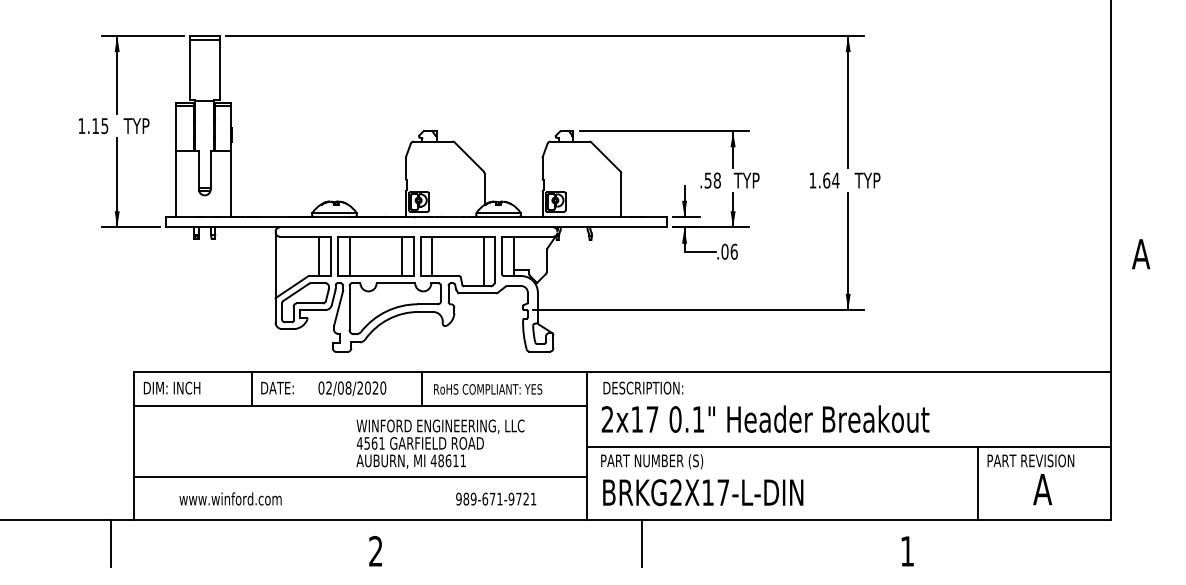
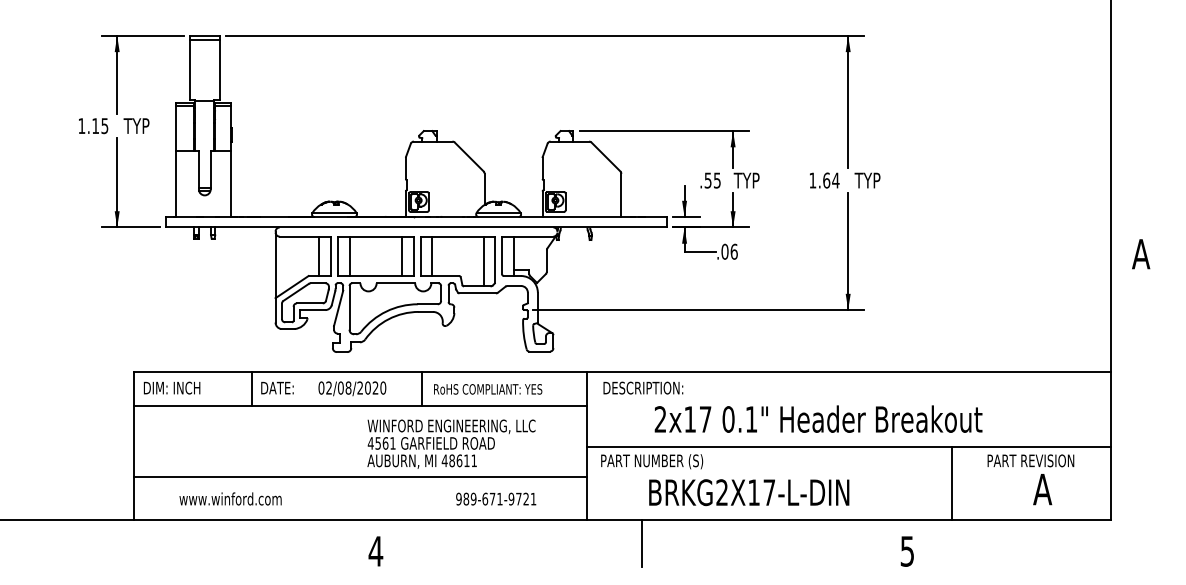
text at (716, 180): .58 -> .55
text at (765, 418) position: (765, 418) -> (818, 418)
text at (440, 443) position: (440, 443) -> (451, 443)
line at (978, 483) position: (978, 483) -> (952, 483)
text at (703, 492) position: (703, 492) -> (749, 492)
line at (110, 543): present -> none
text at (375, 551): 2 -> 4
text at (906, 551): 1 -> 5
